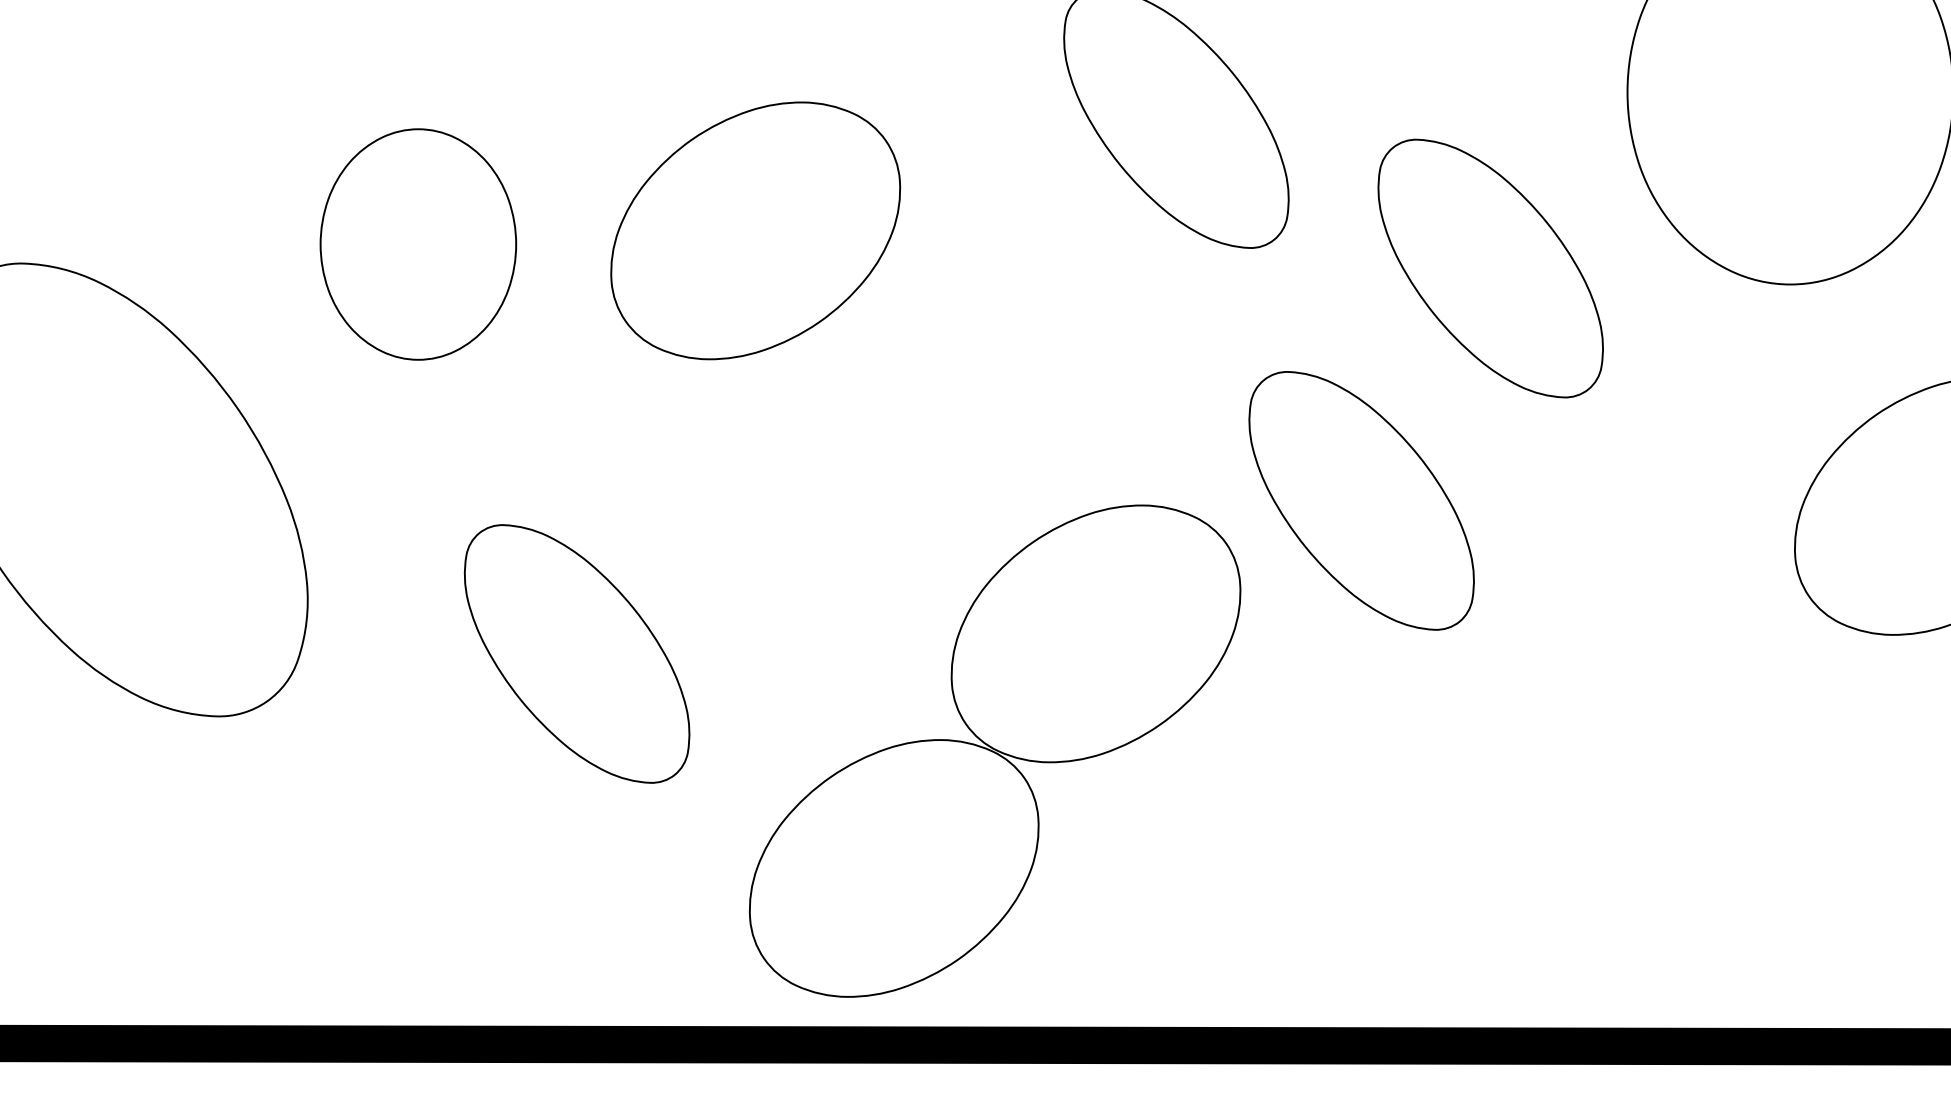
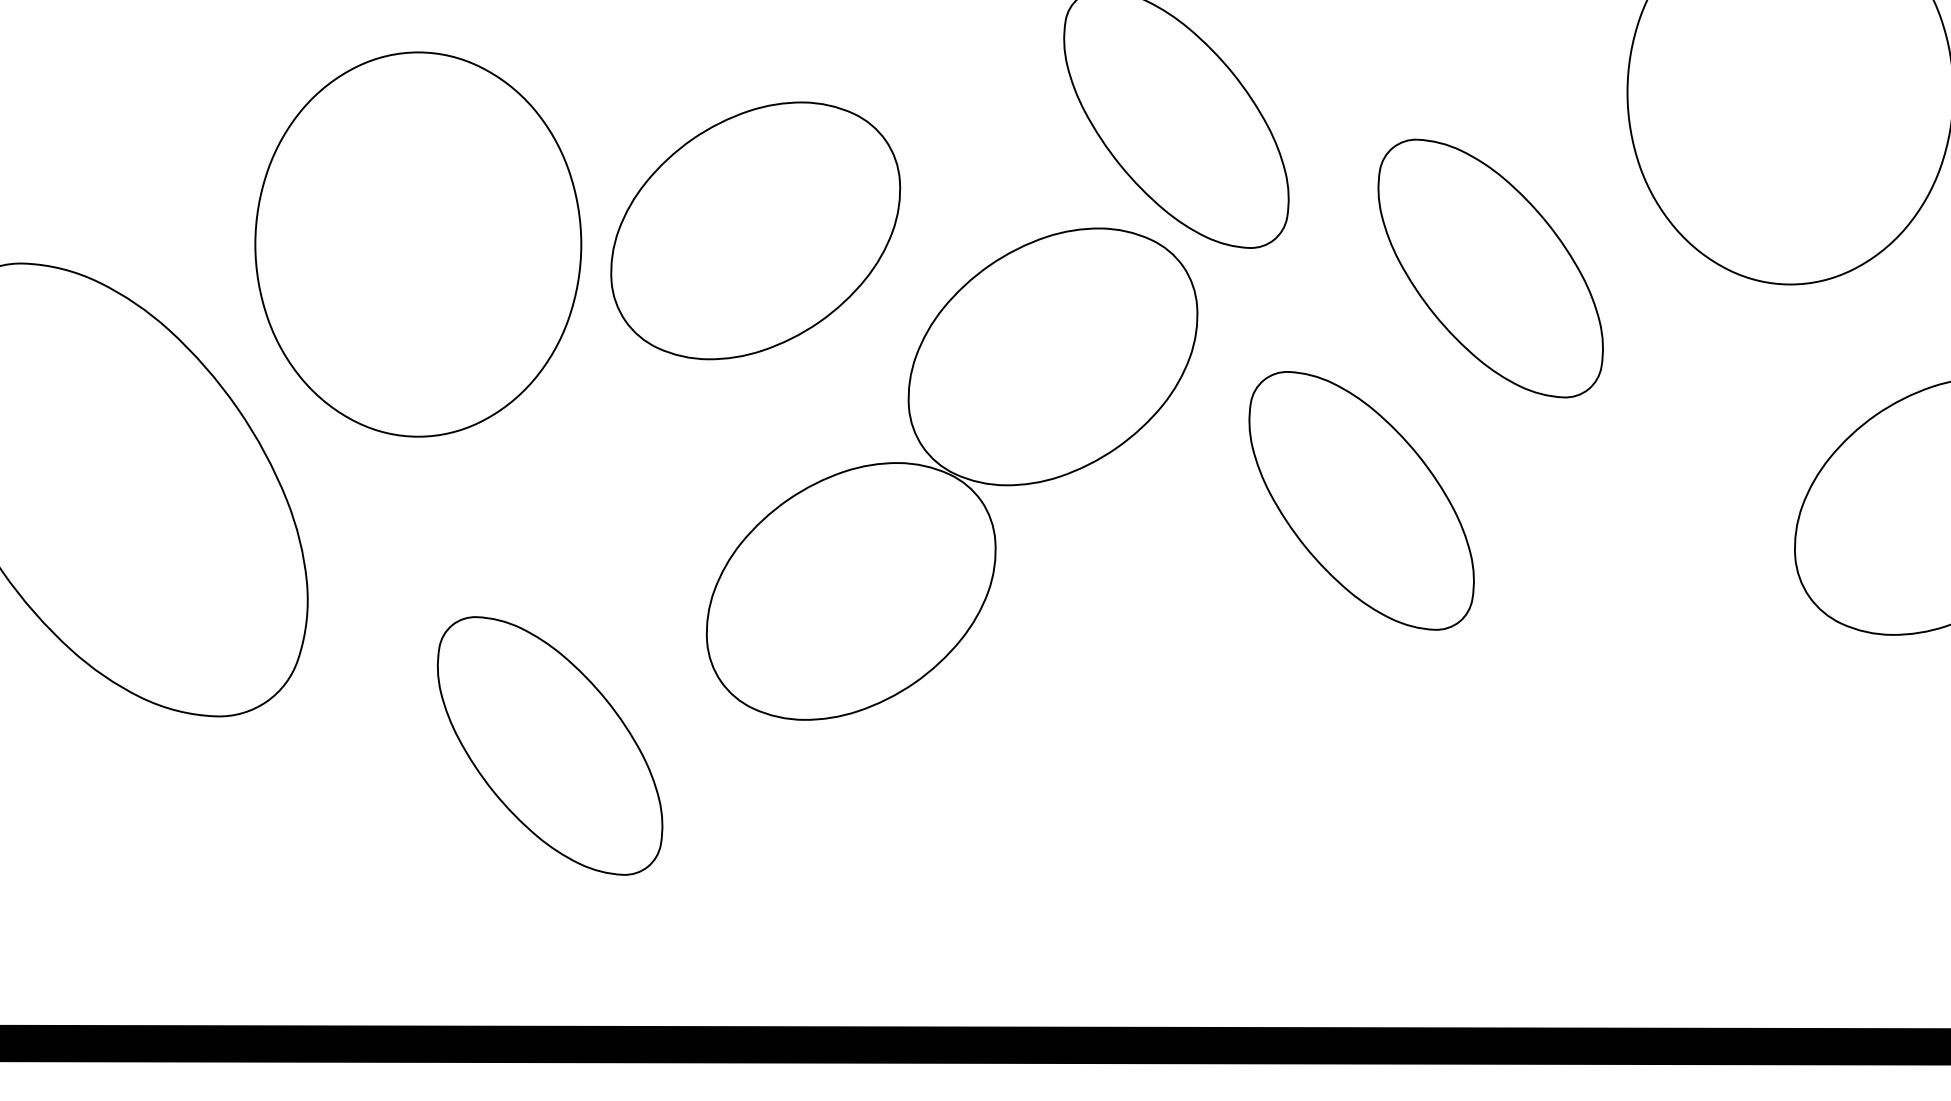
part at (418, 244) size: 199x233 px -> 329x387 px
part at (576, 653) position: (576, 653) -> (549, 745)
part at (994, 750) position: (994, 750) -> (951, 473)
